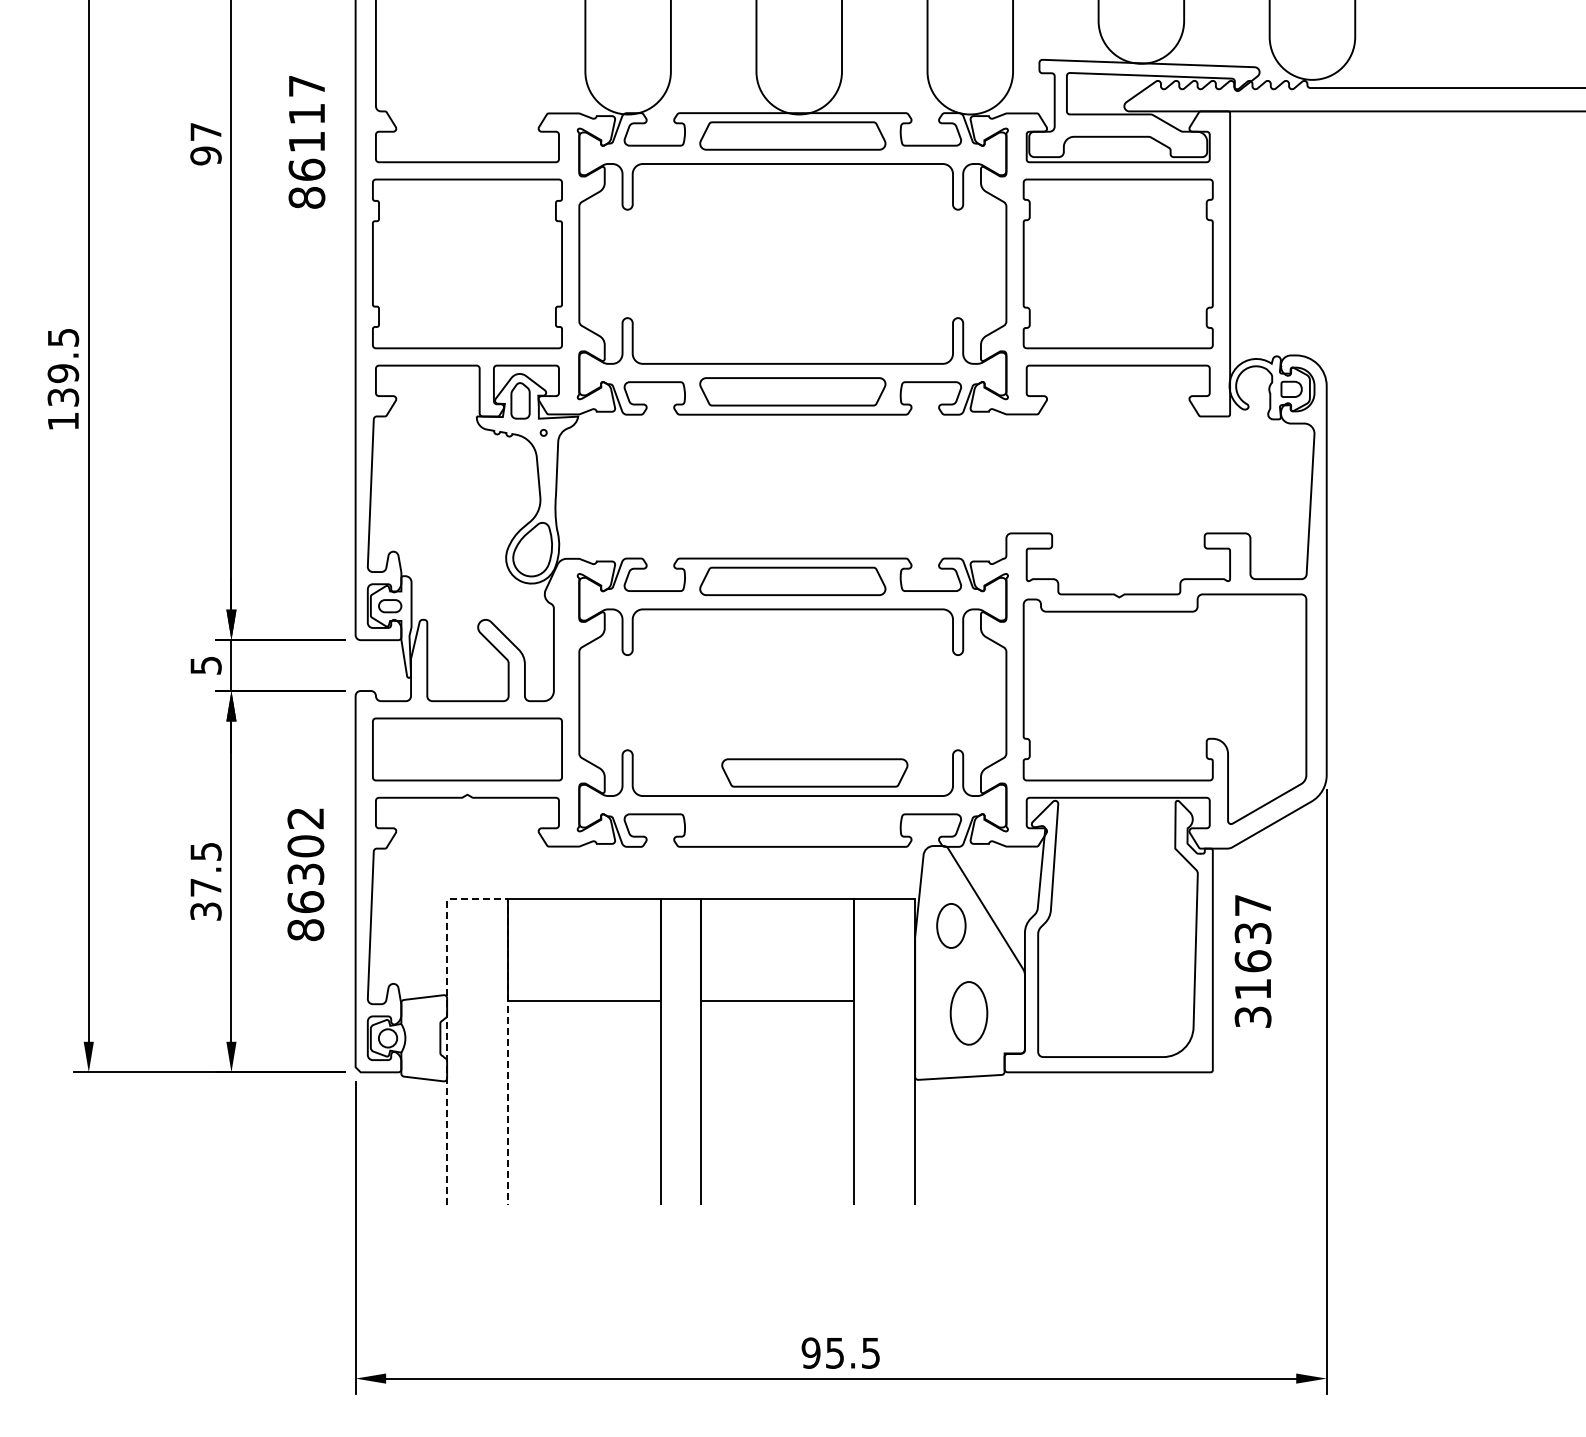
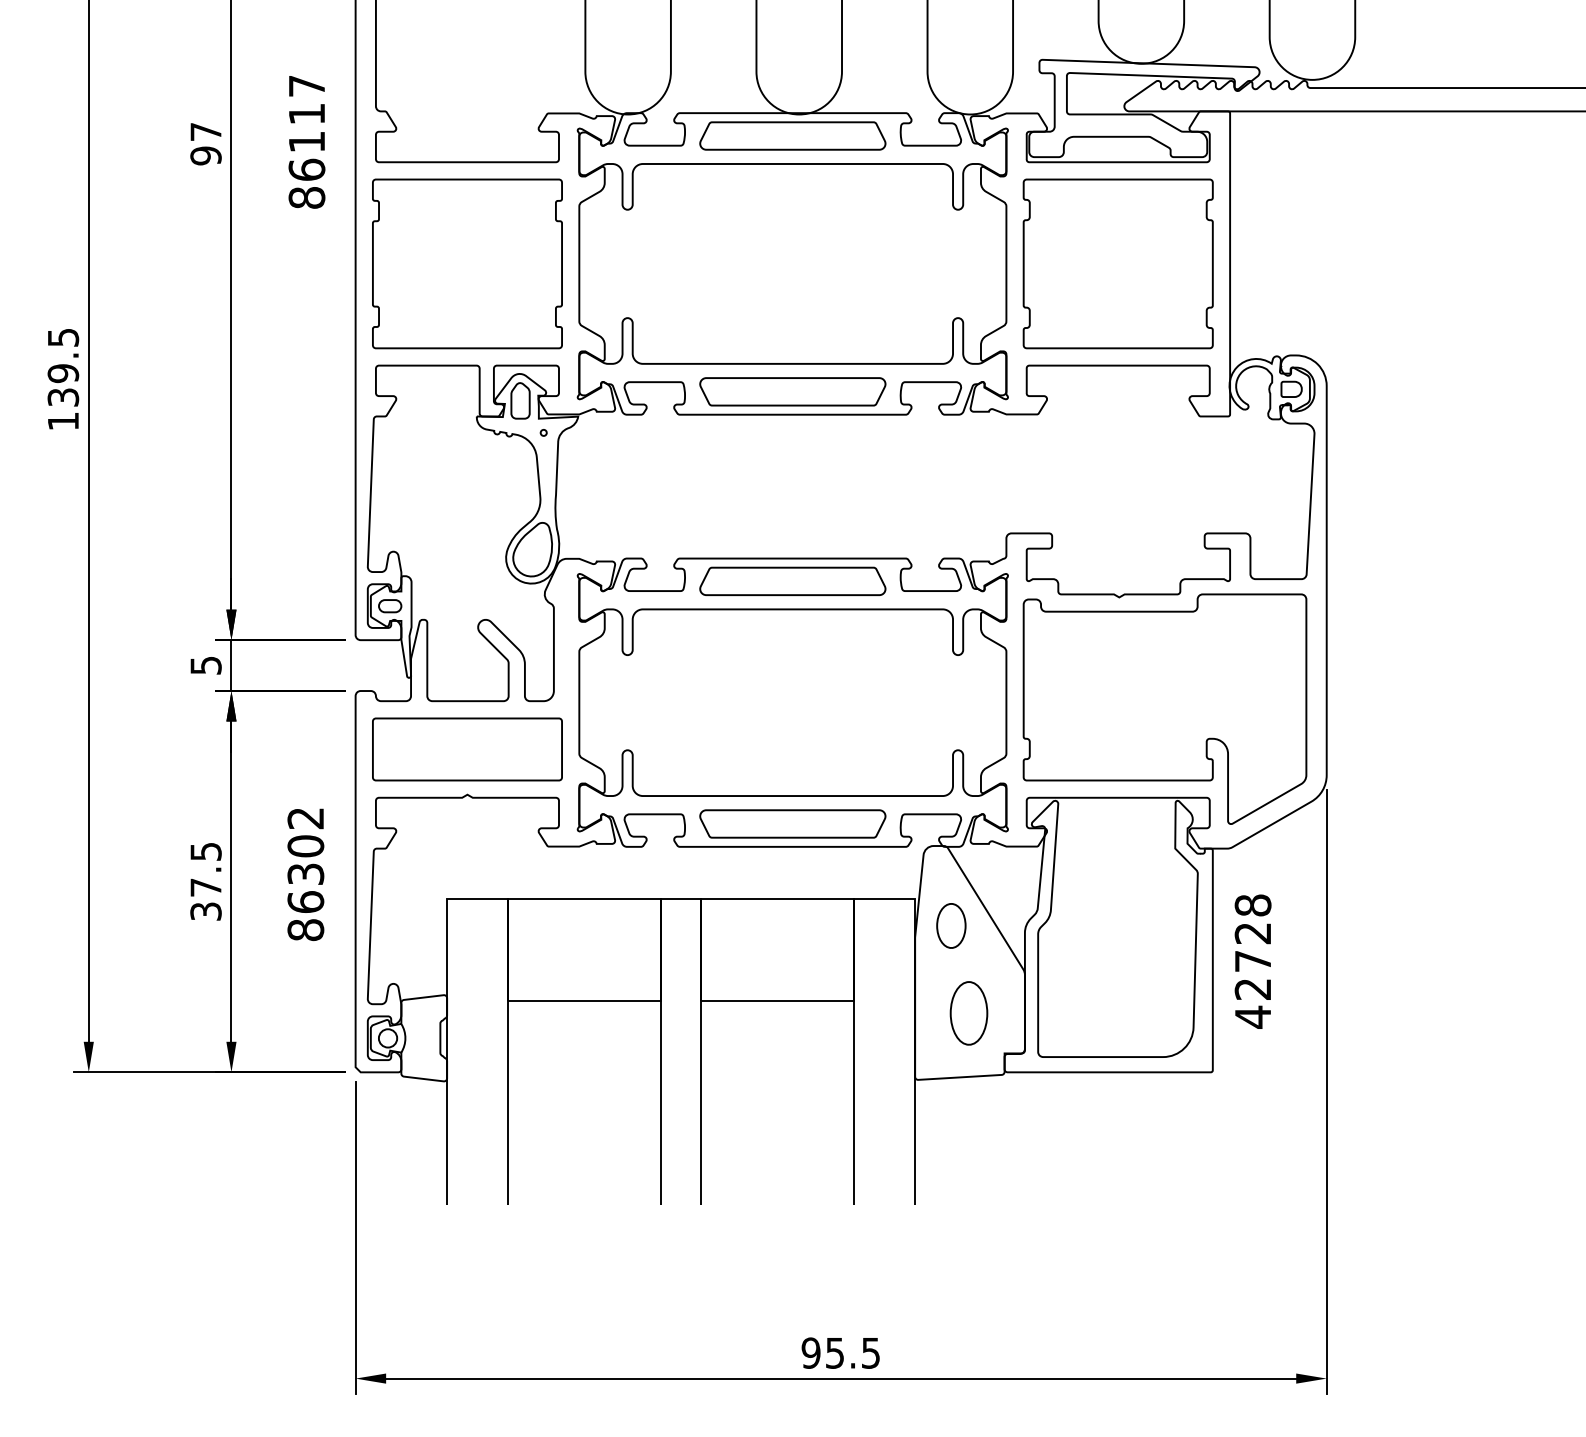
curve at (814, 760) position: (814, 760) -> (792, 811)
line at (477, 899): dashed -> solid
text at (1252, 961): 31637 -> 42728
